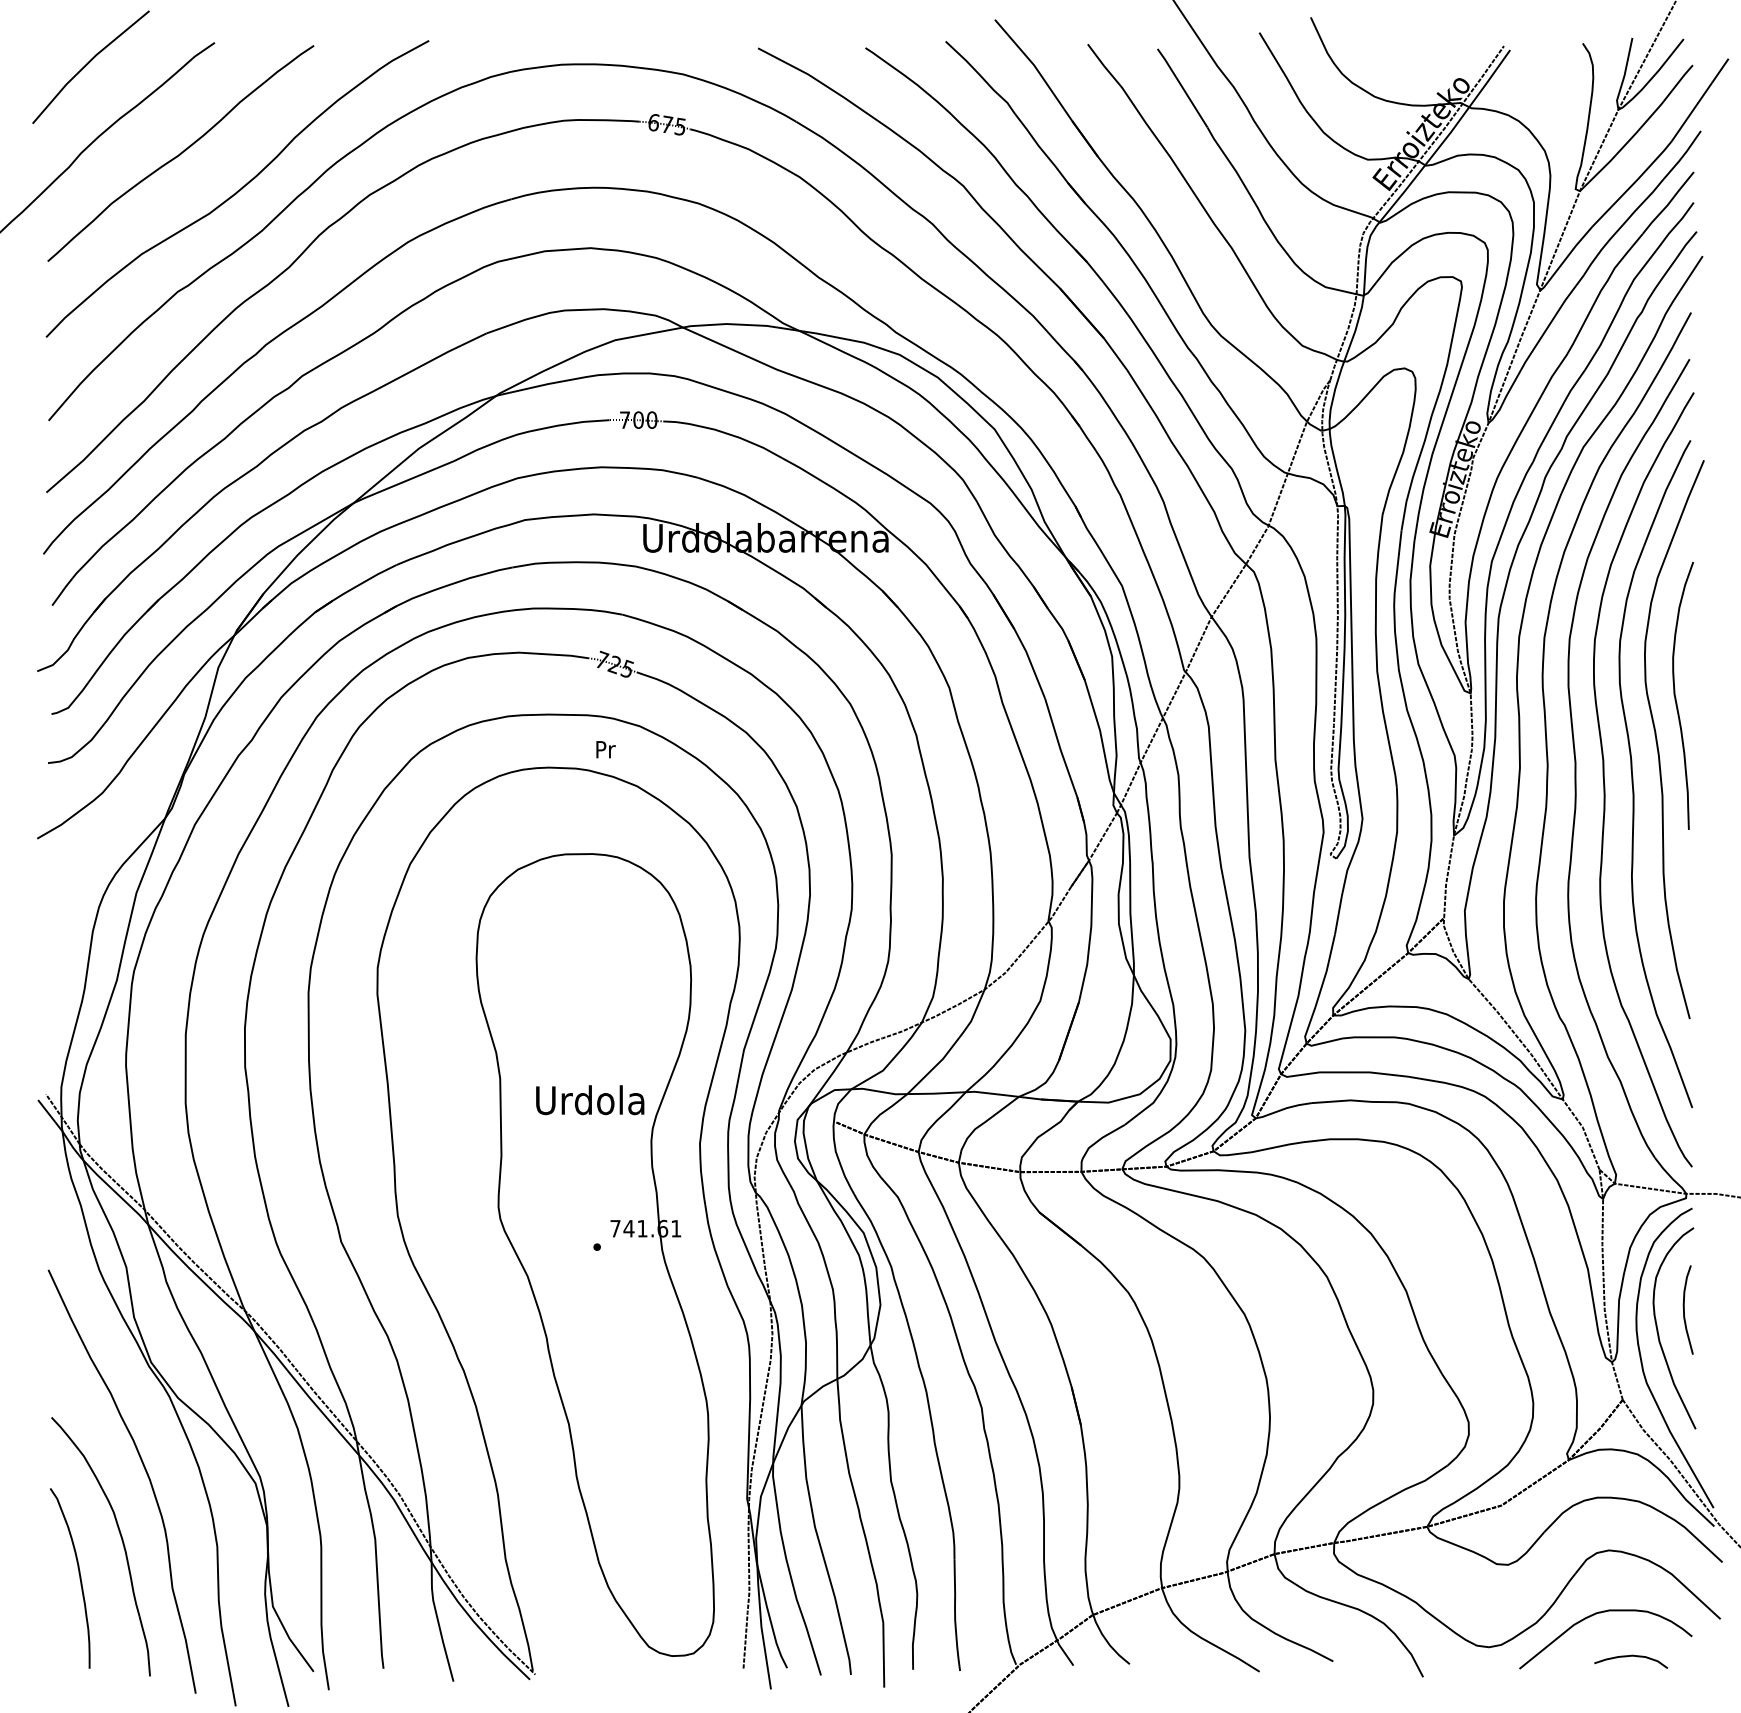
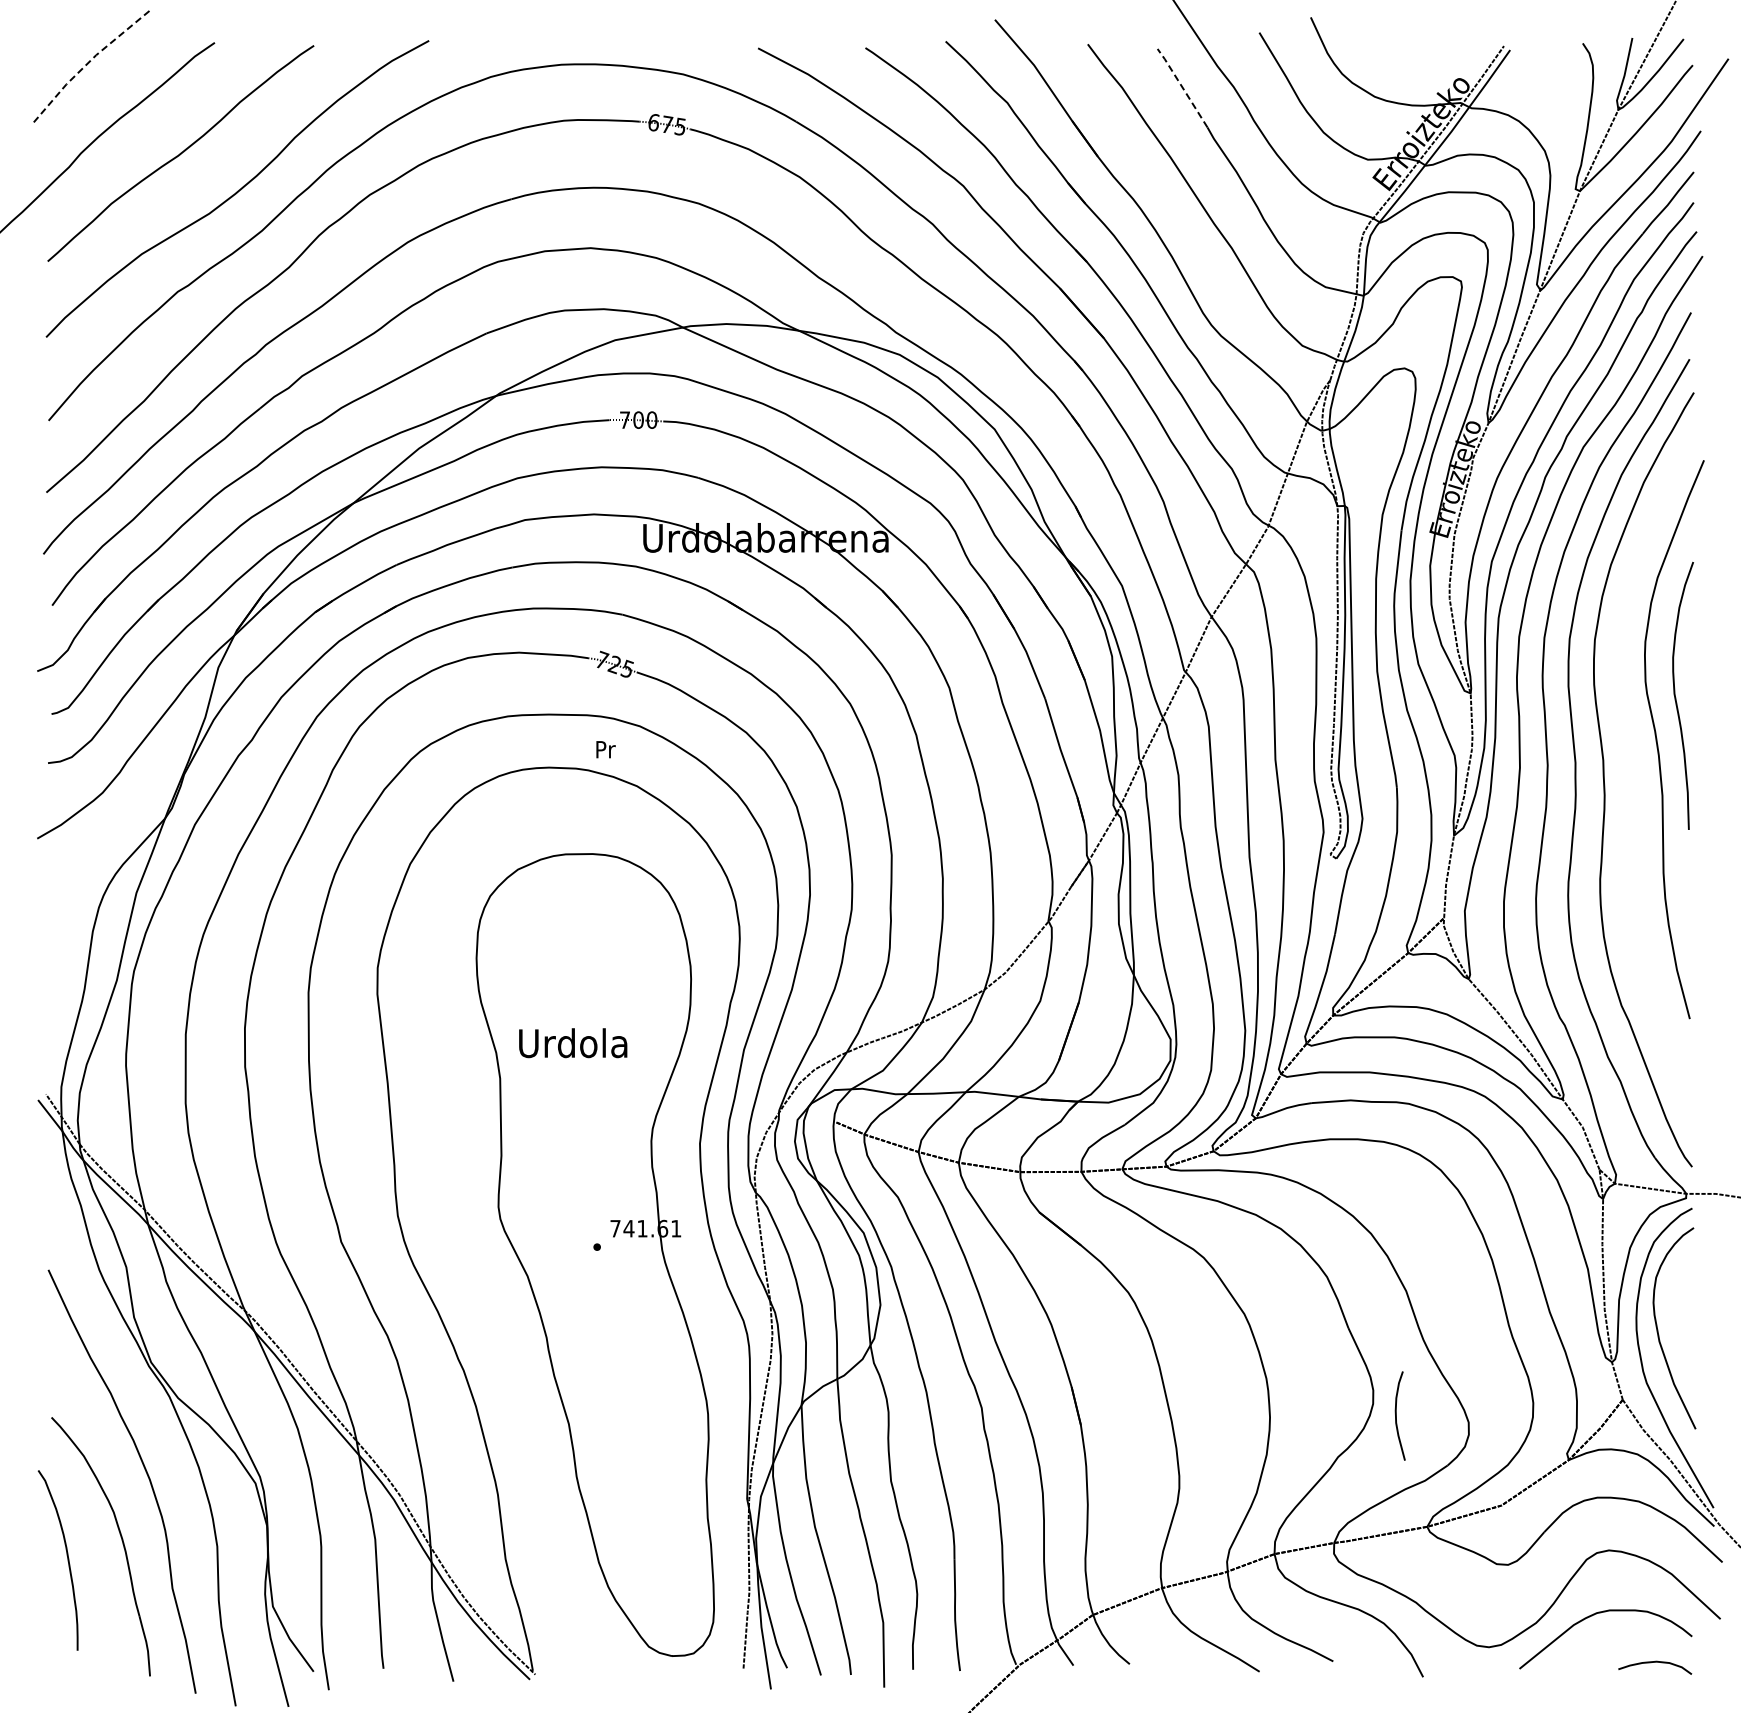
line at (87, 63): solid -> dashed
line at (1182, 86): solid -> dashed
part at (1633, 776): present -> none
text at (590, 1100) position: (590, 1100) -> (573, 1043)
curve at (1684, 1309) position: (1684, 1309) -> (1396, 1415)
curve at (79, 1578) position: (79, 1578) -> (67, 1560)
curve at (1631, 1656) position: (1631, 1656) -> (1655, 1662)
